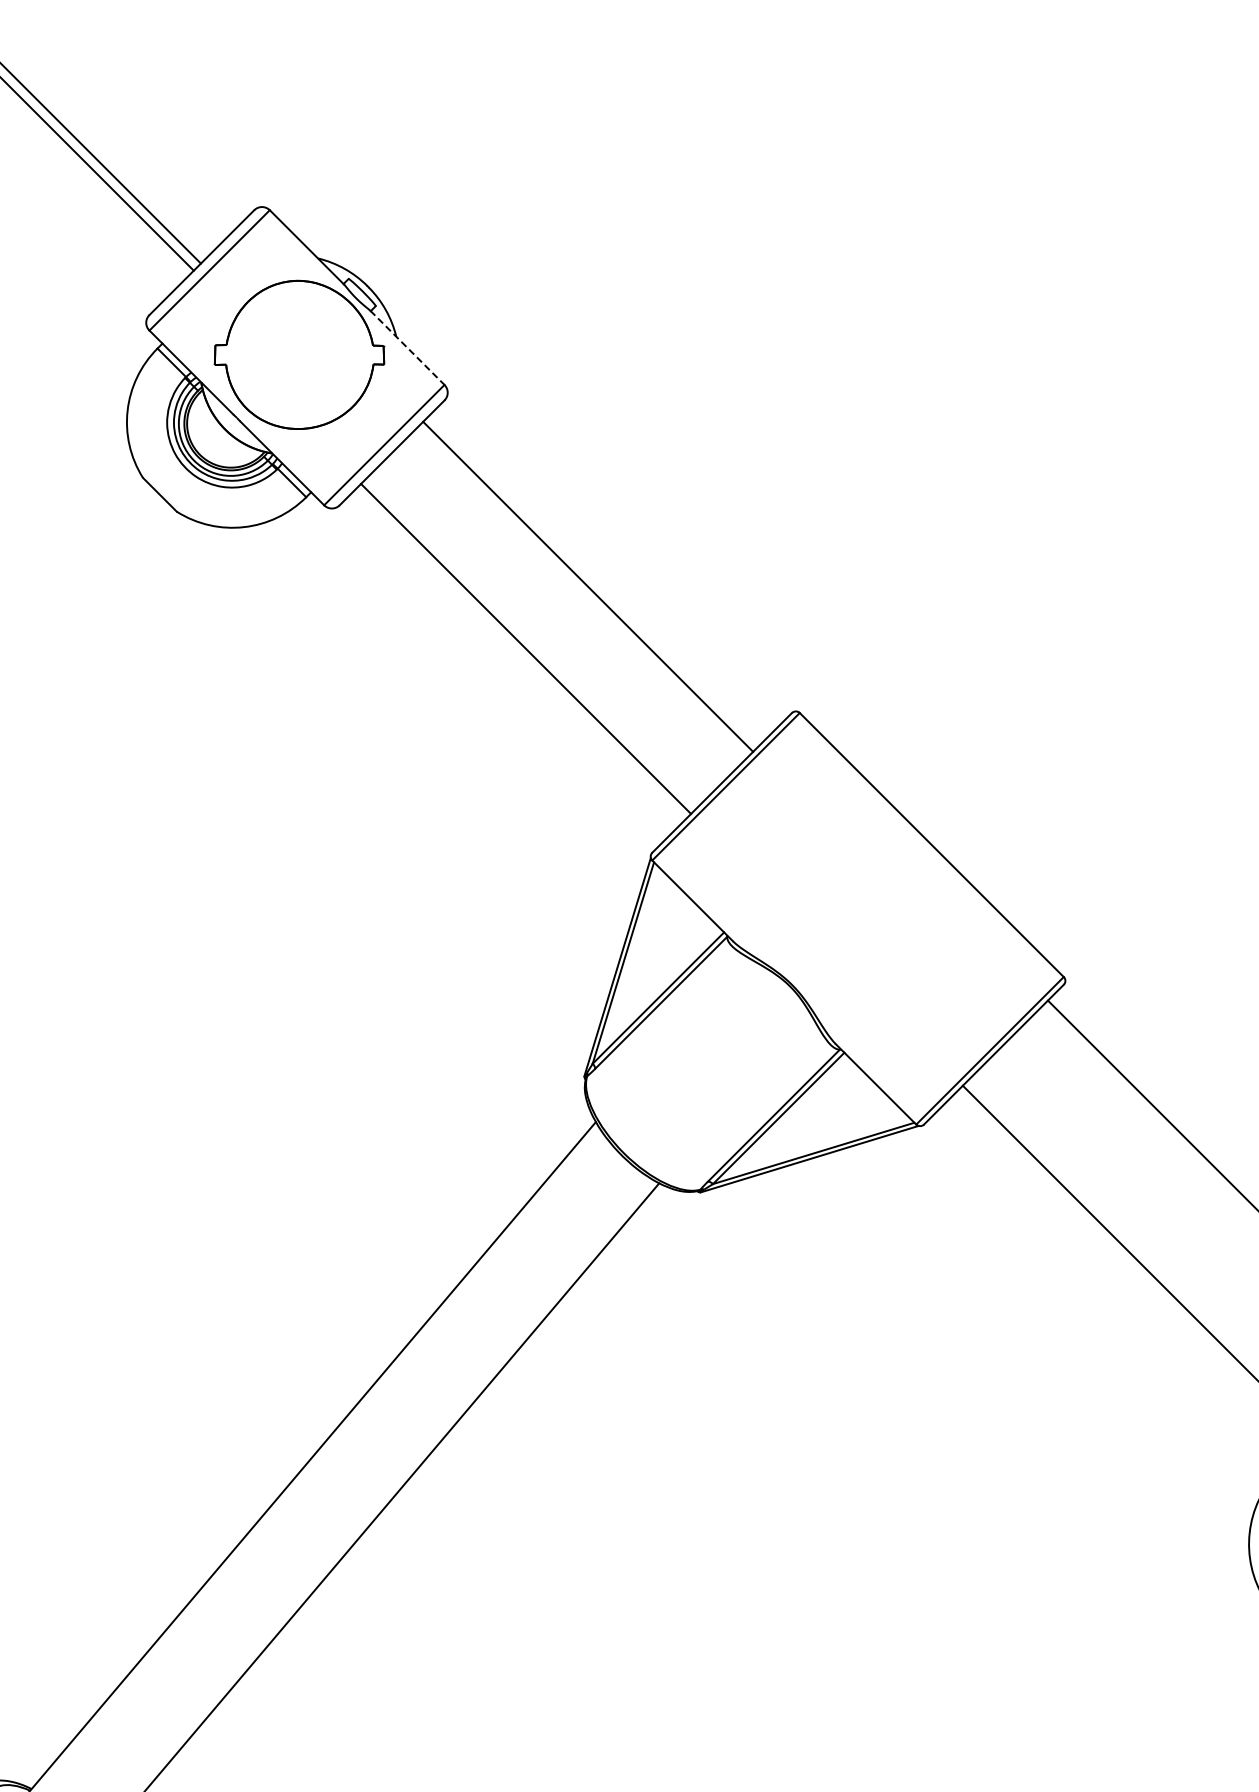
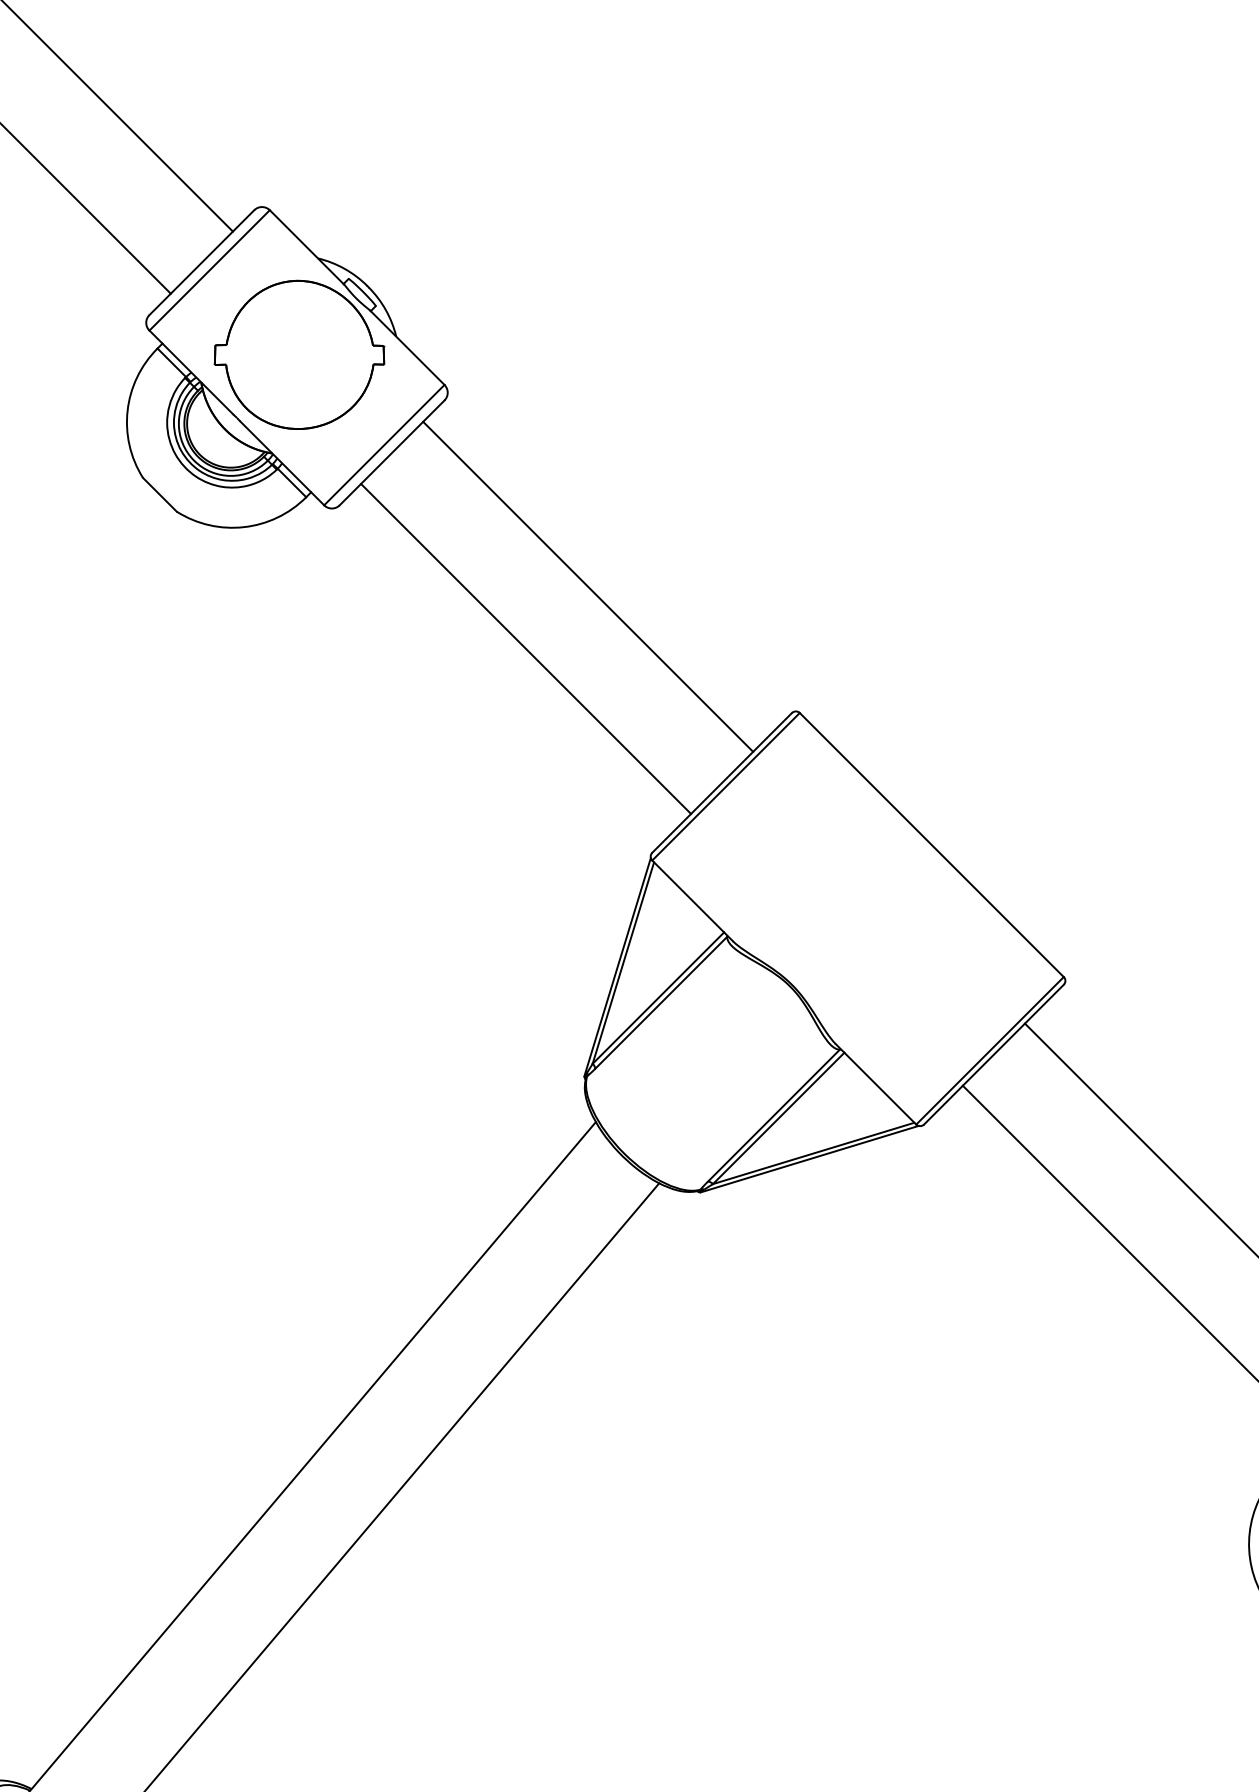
line at (101, 163) position: (101, 163) -> (117, 116)
line at (97, 174) position: (97, 174) -> (86, 209)
line at (407, 348): dashed -> solid
line at (1151, 1104) position: (1151, 1104) -> (1139, 1138)
